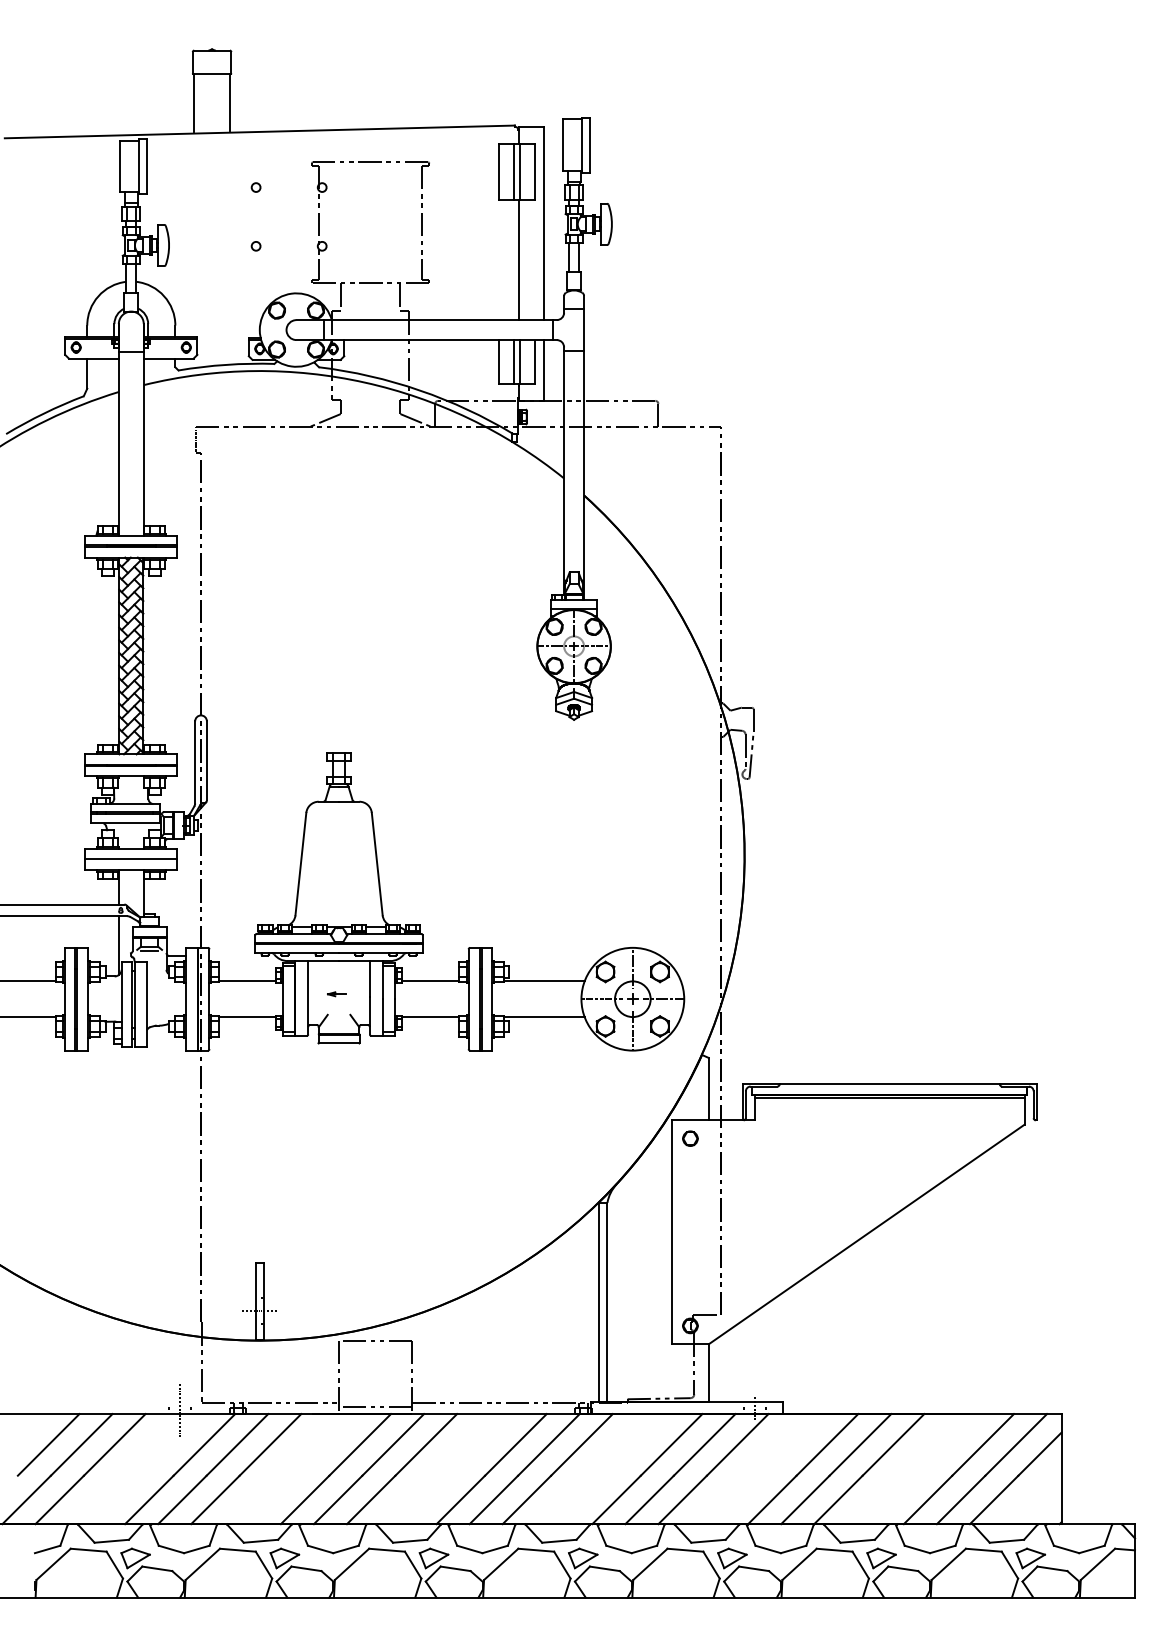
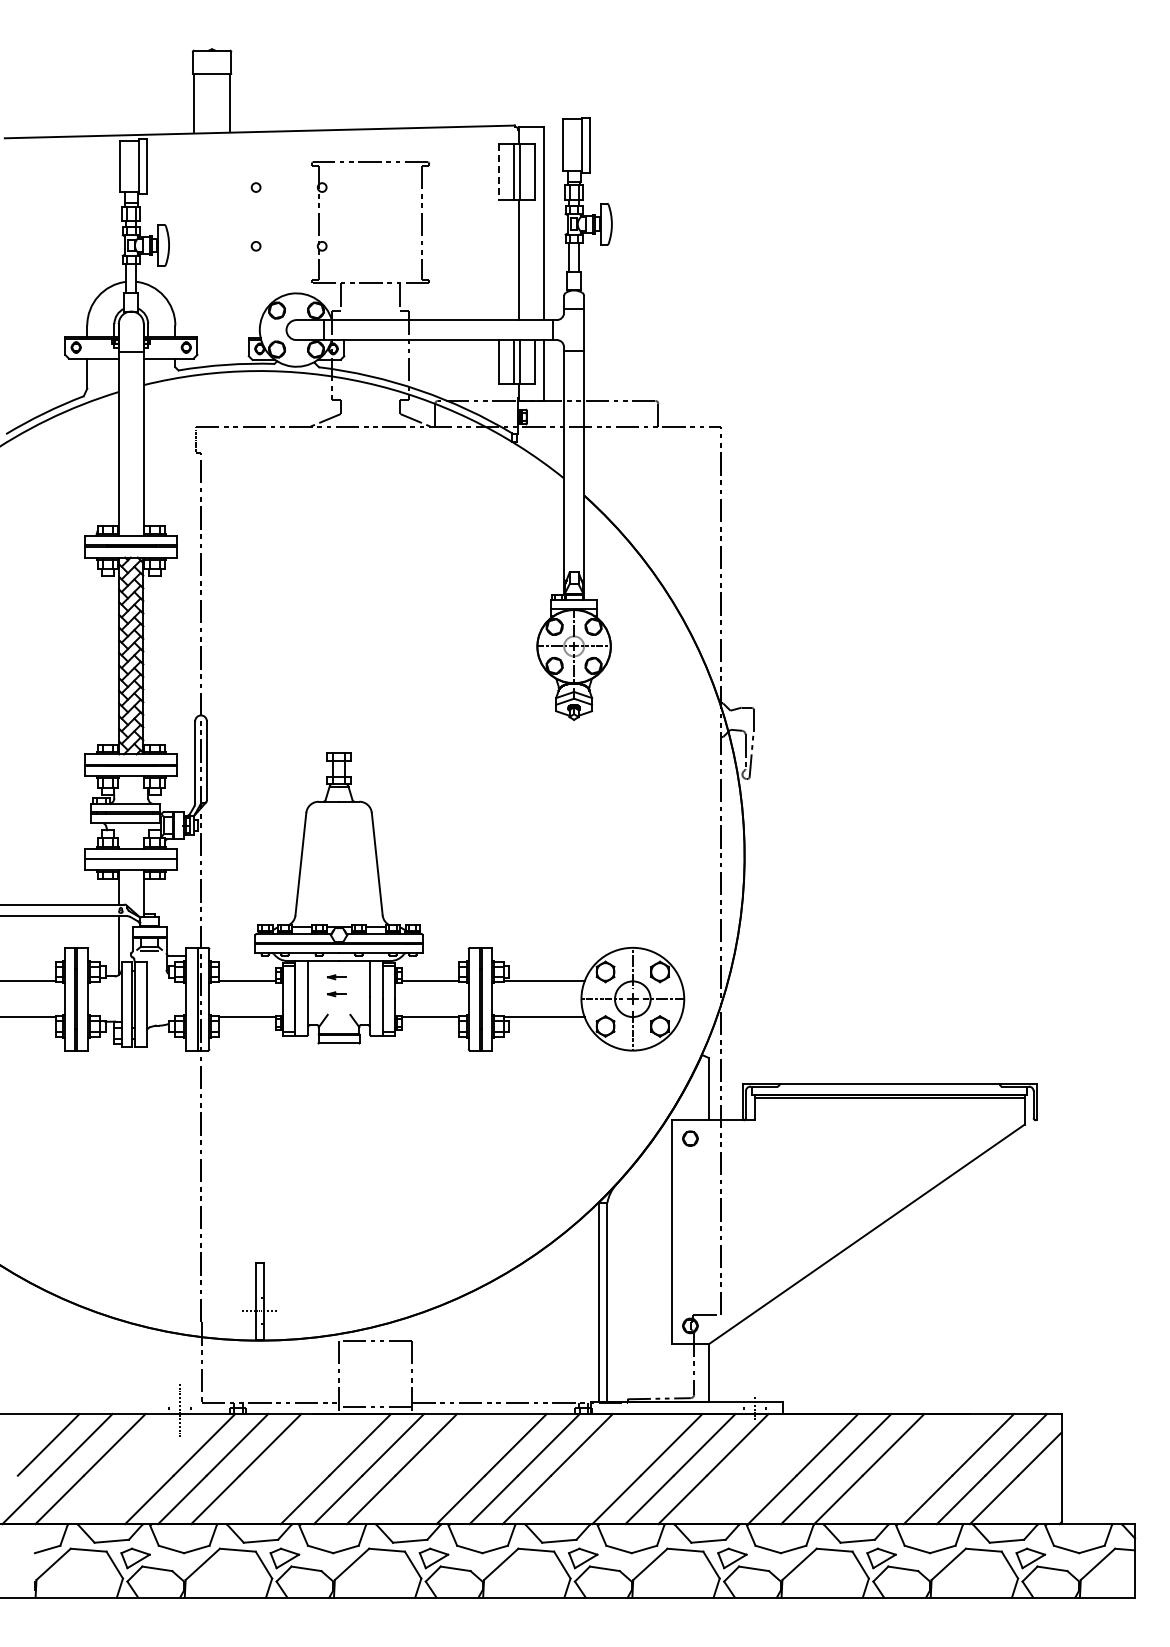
line at (499, 172): solid -> dashed
part at (336, 977): none -> present
